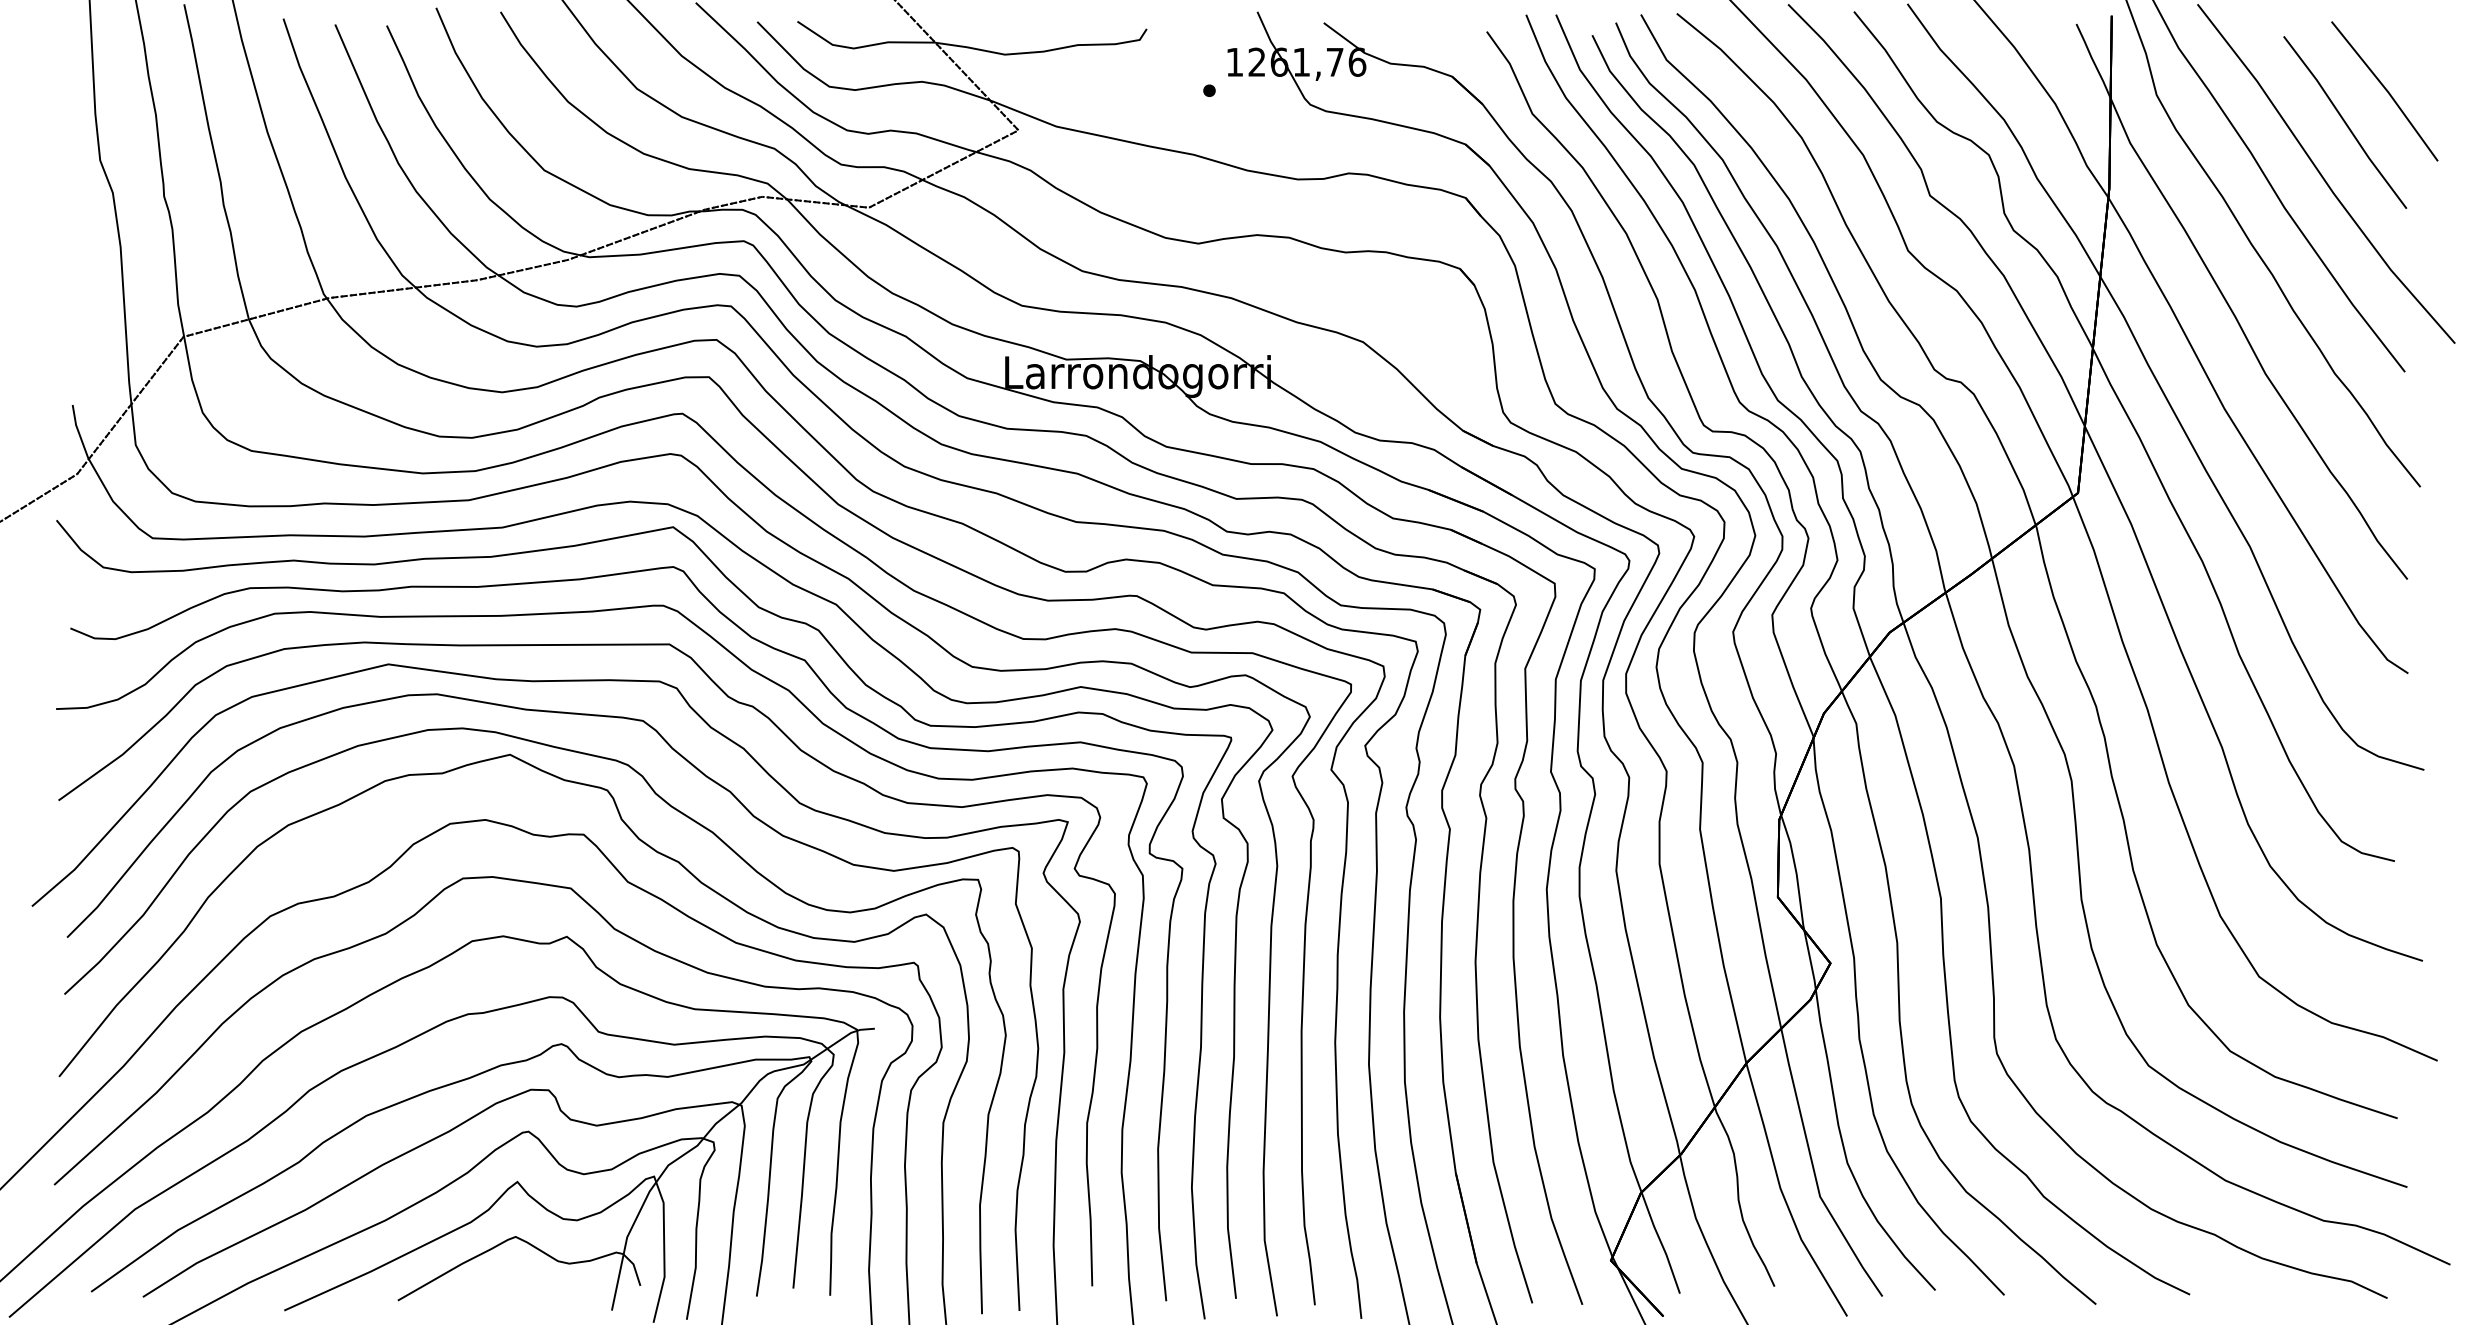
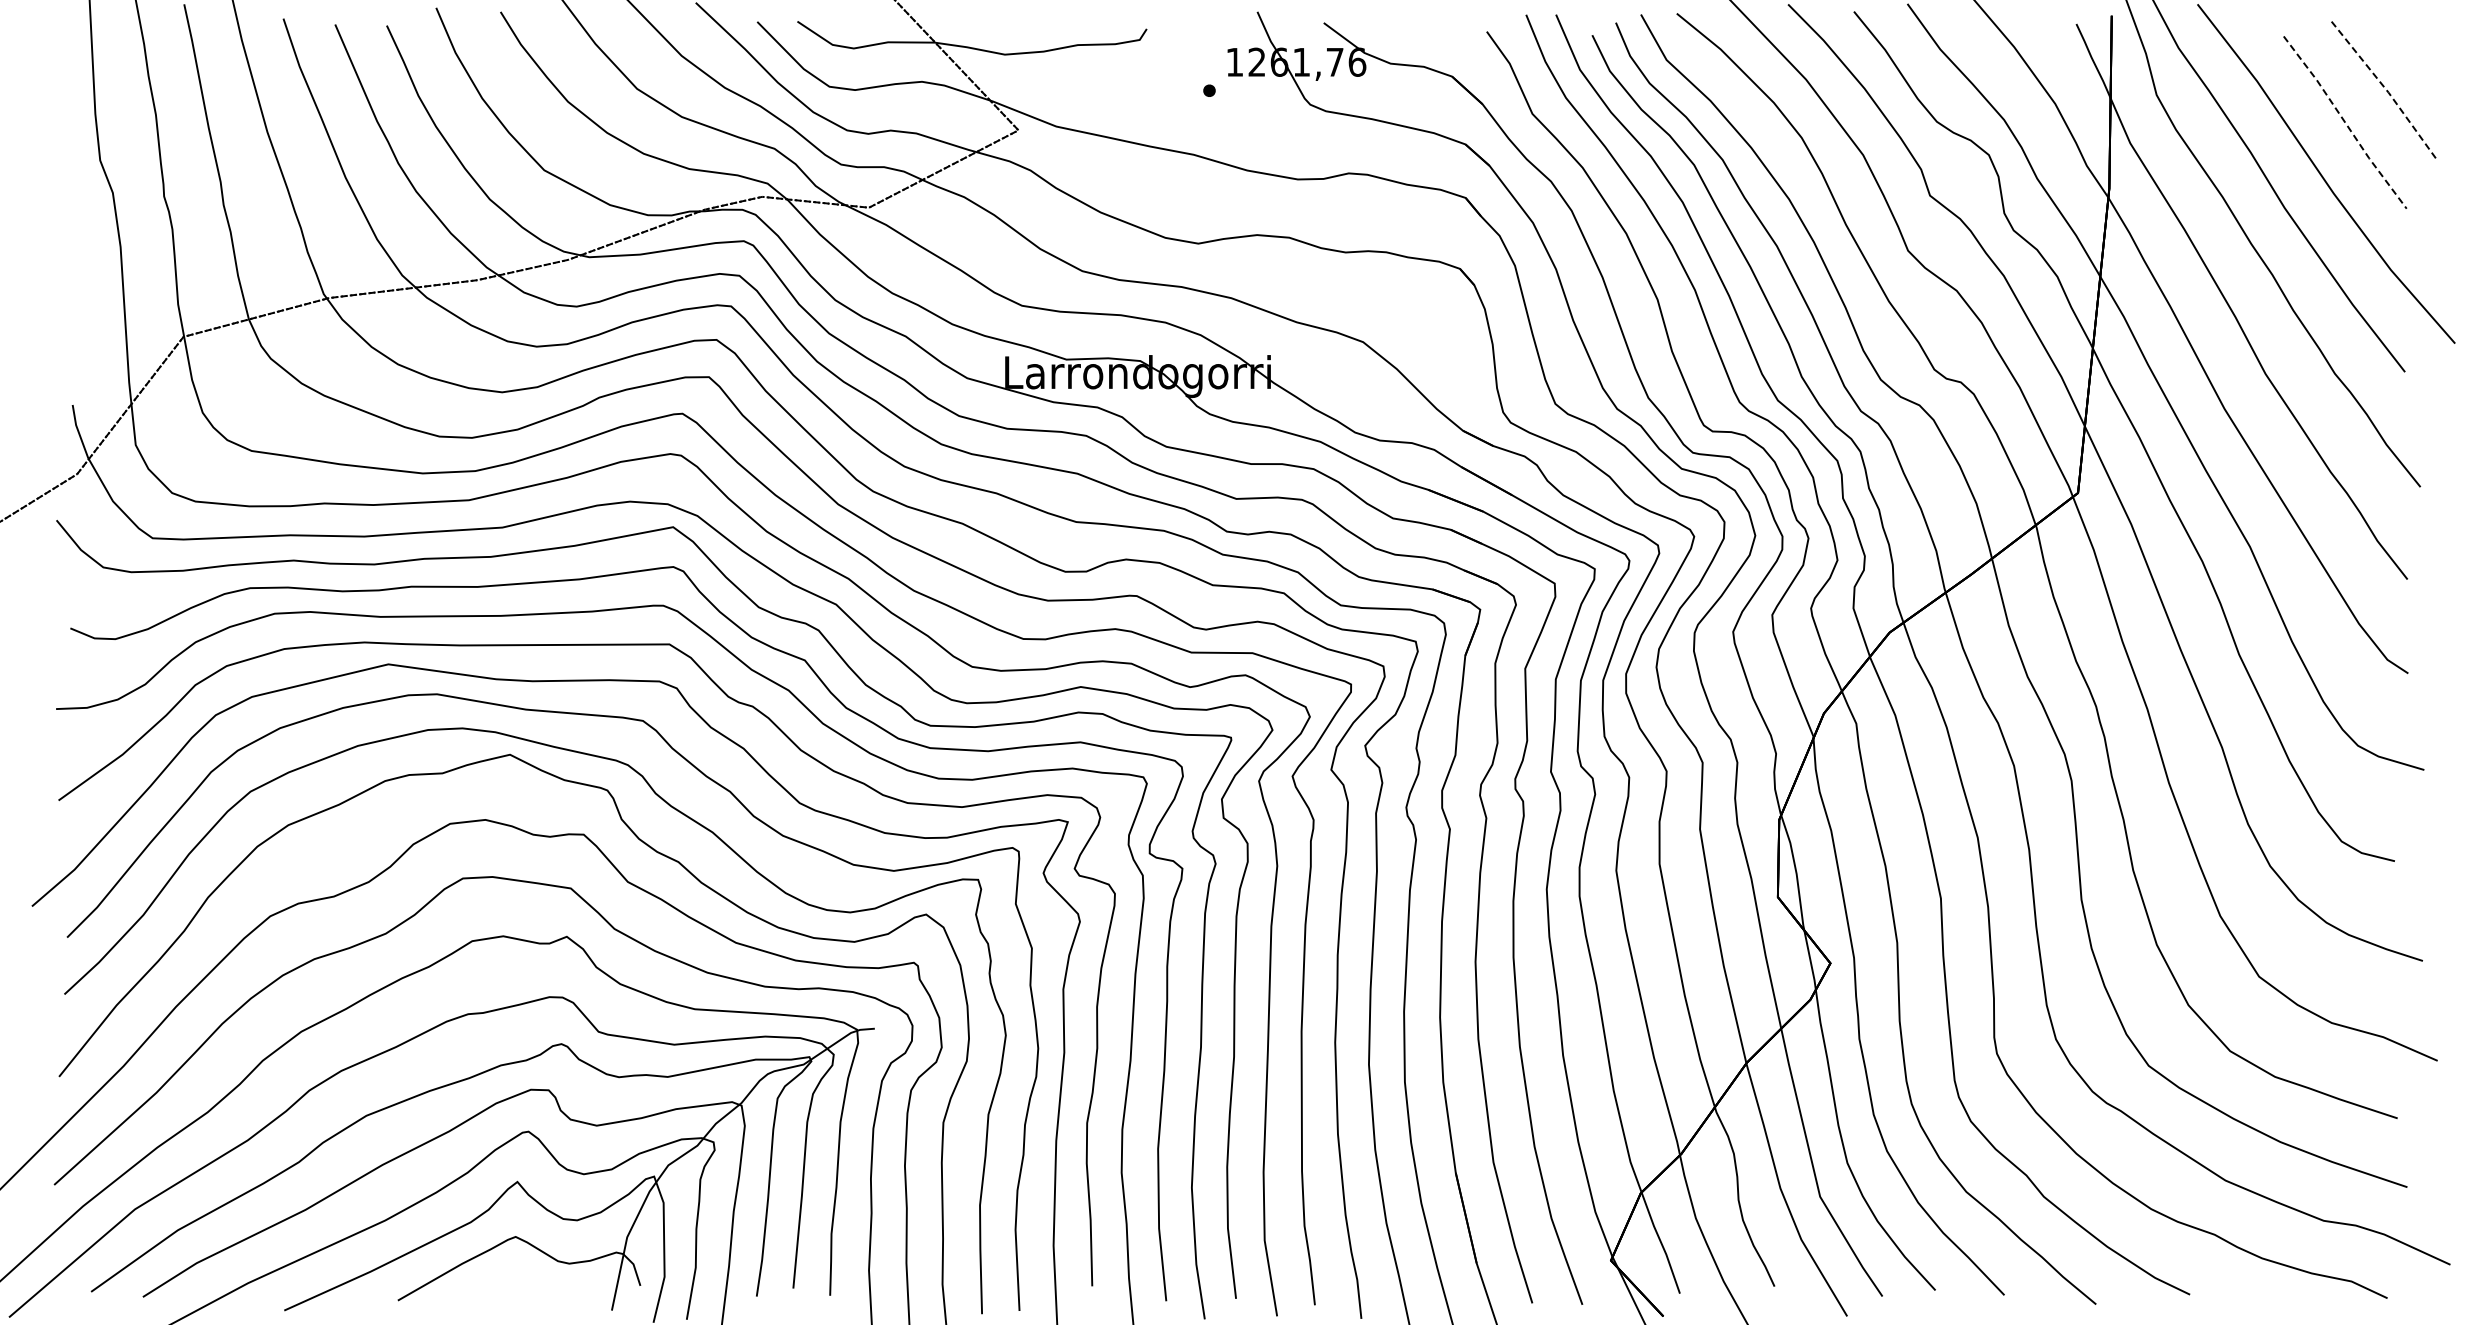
line at (2386, 90): solid -> dashed
line at (2345, 122): solid -> dashed
